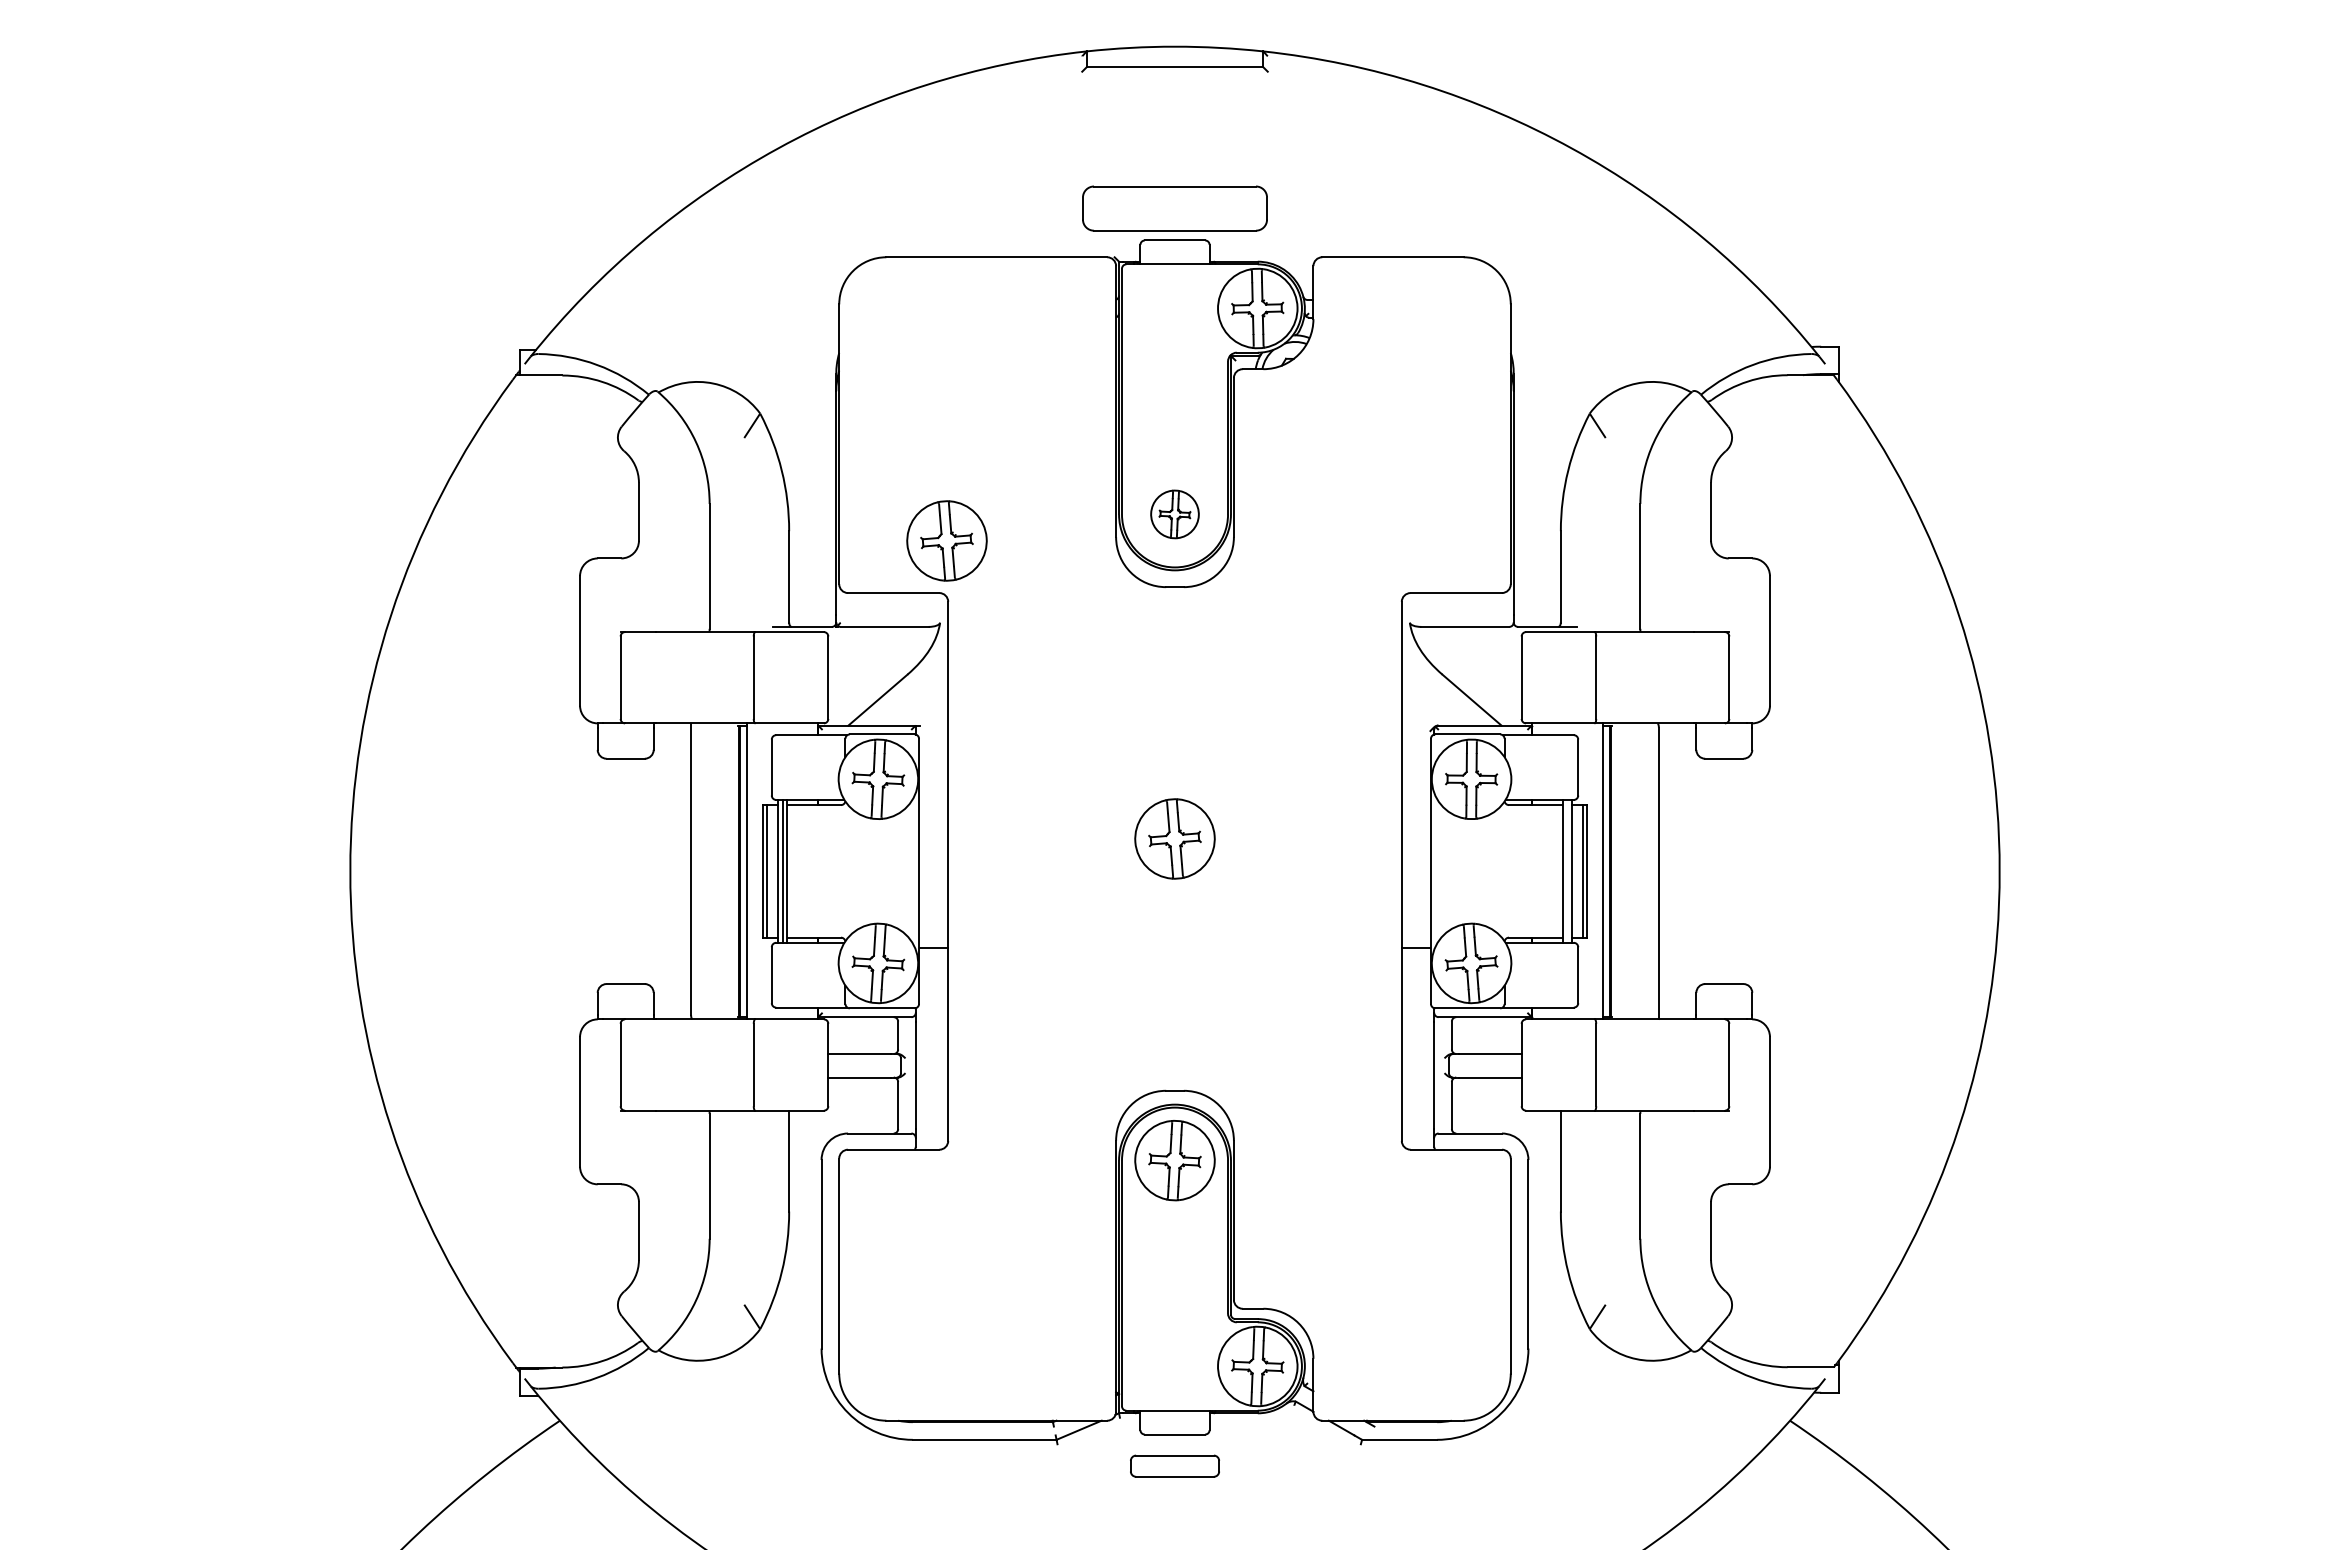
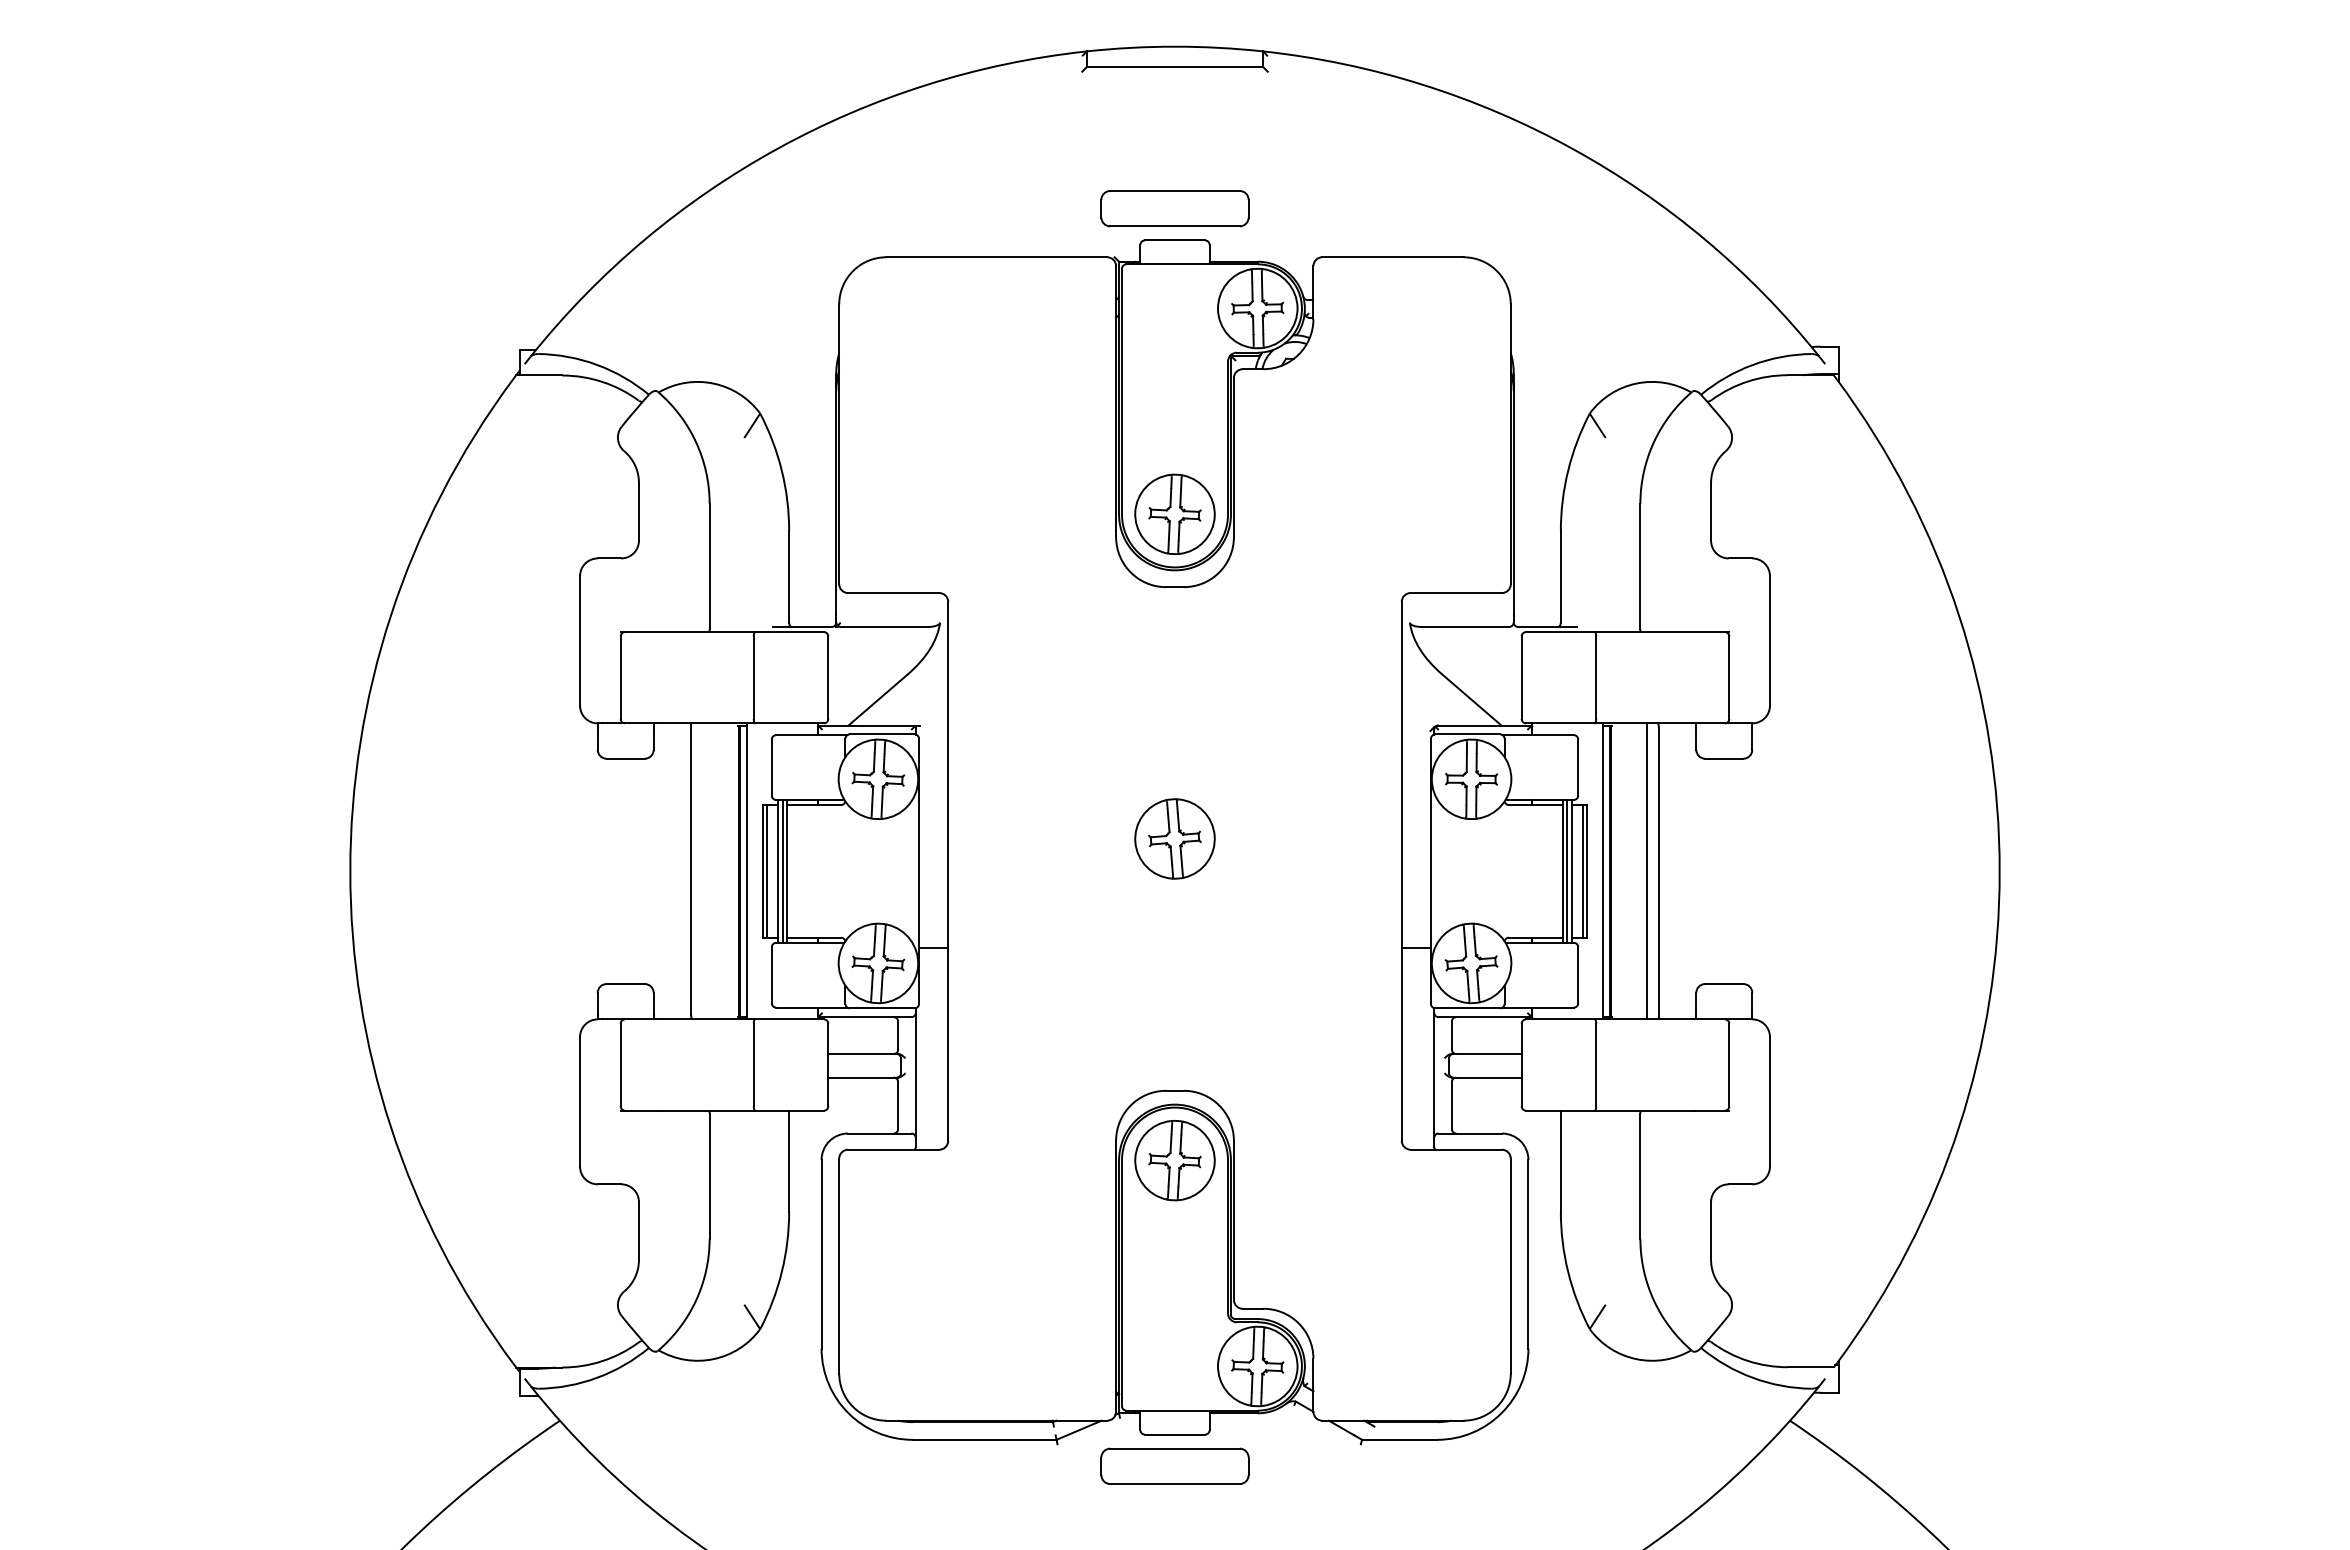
part at (1174, 208) size: 186x47 px -> 150x38 px
part at (1174, 514) size: 50x51 px -> 82x83 px
part at (946, 540): present -> none
line at (1567, 870): none -> present
line at (1647, 871): none -> present
part at (1174, 1465) size: 90x24 px -> 150x38 px
